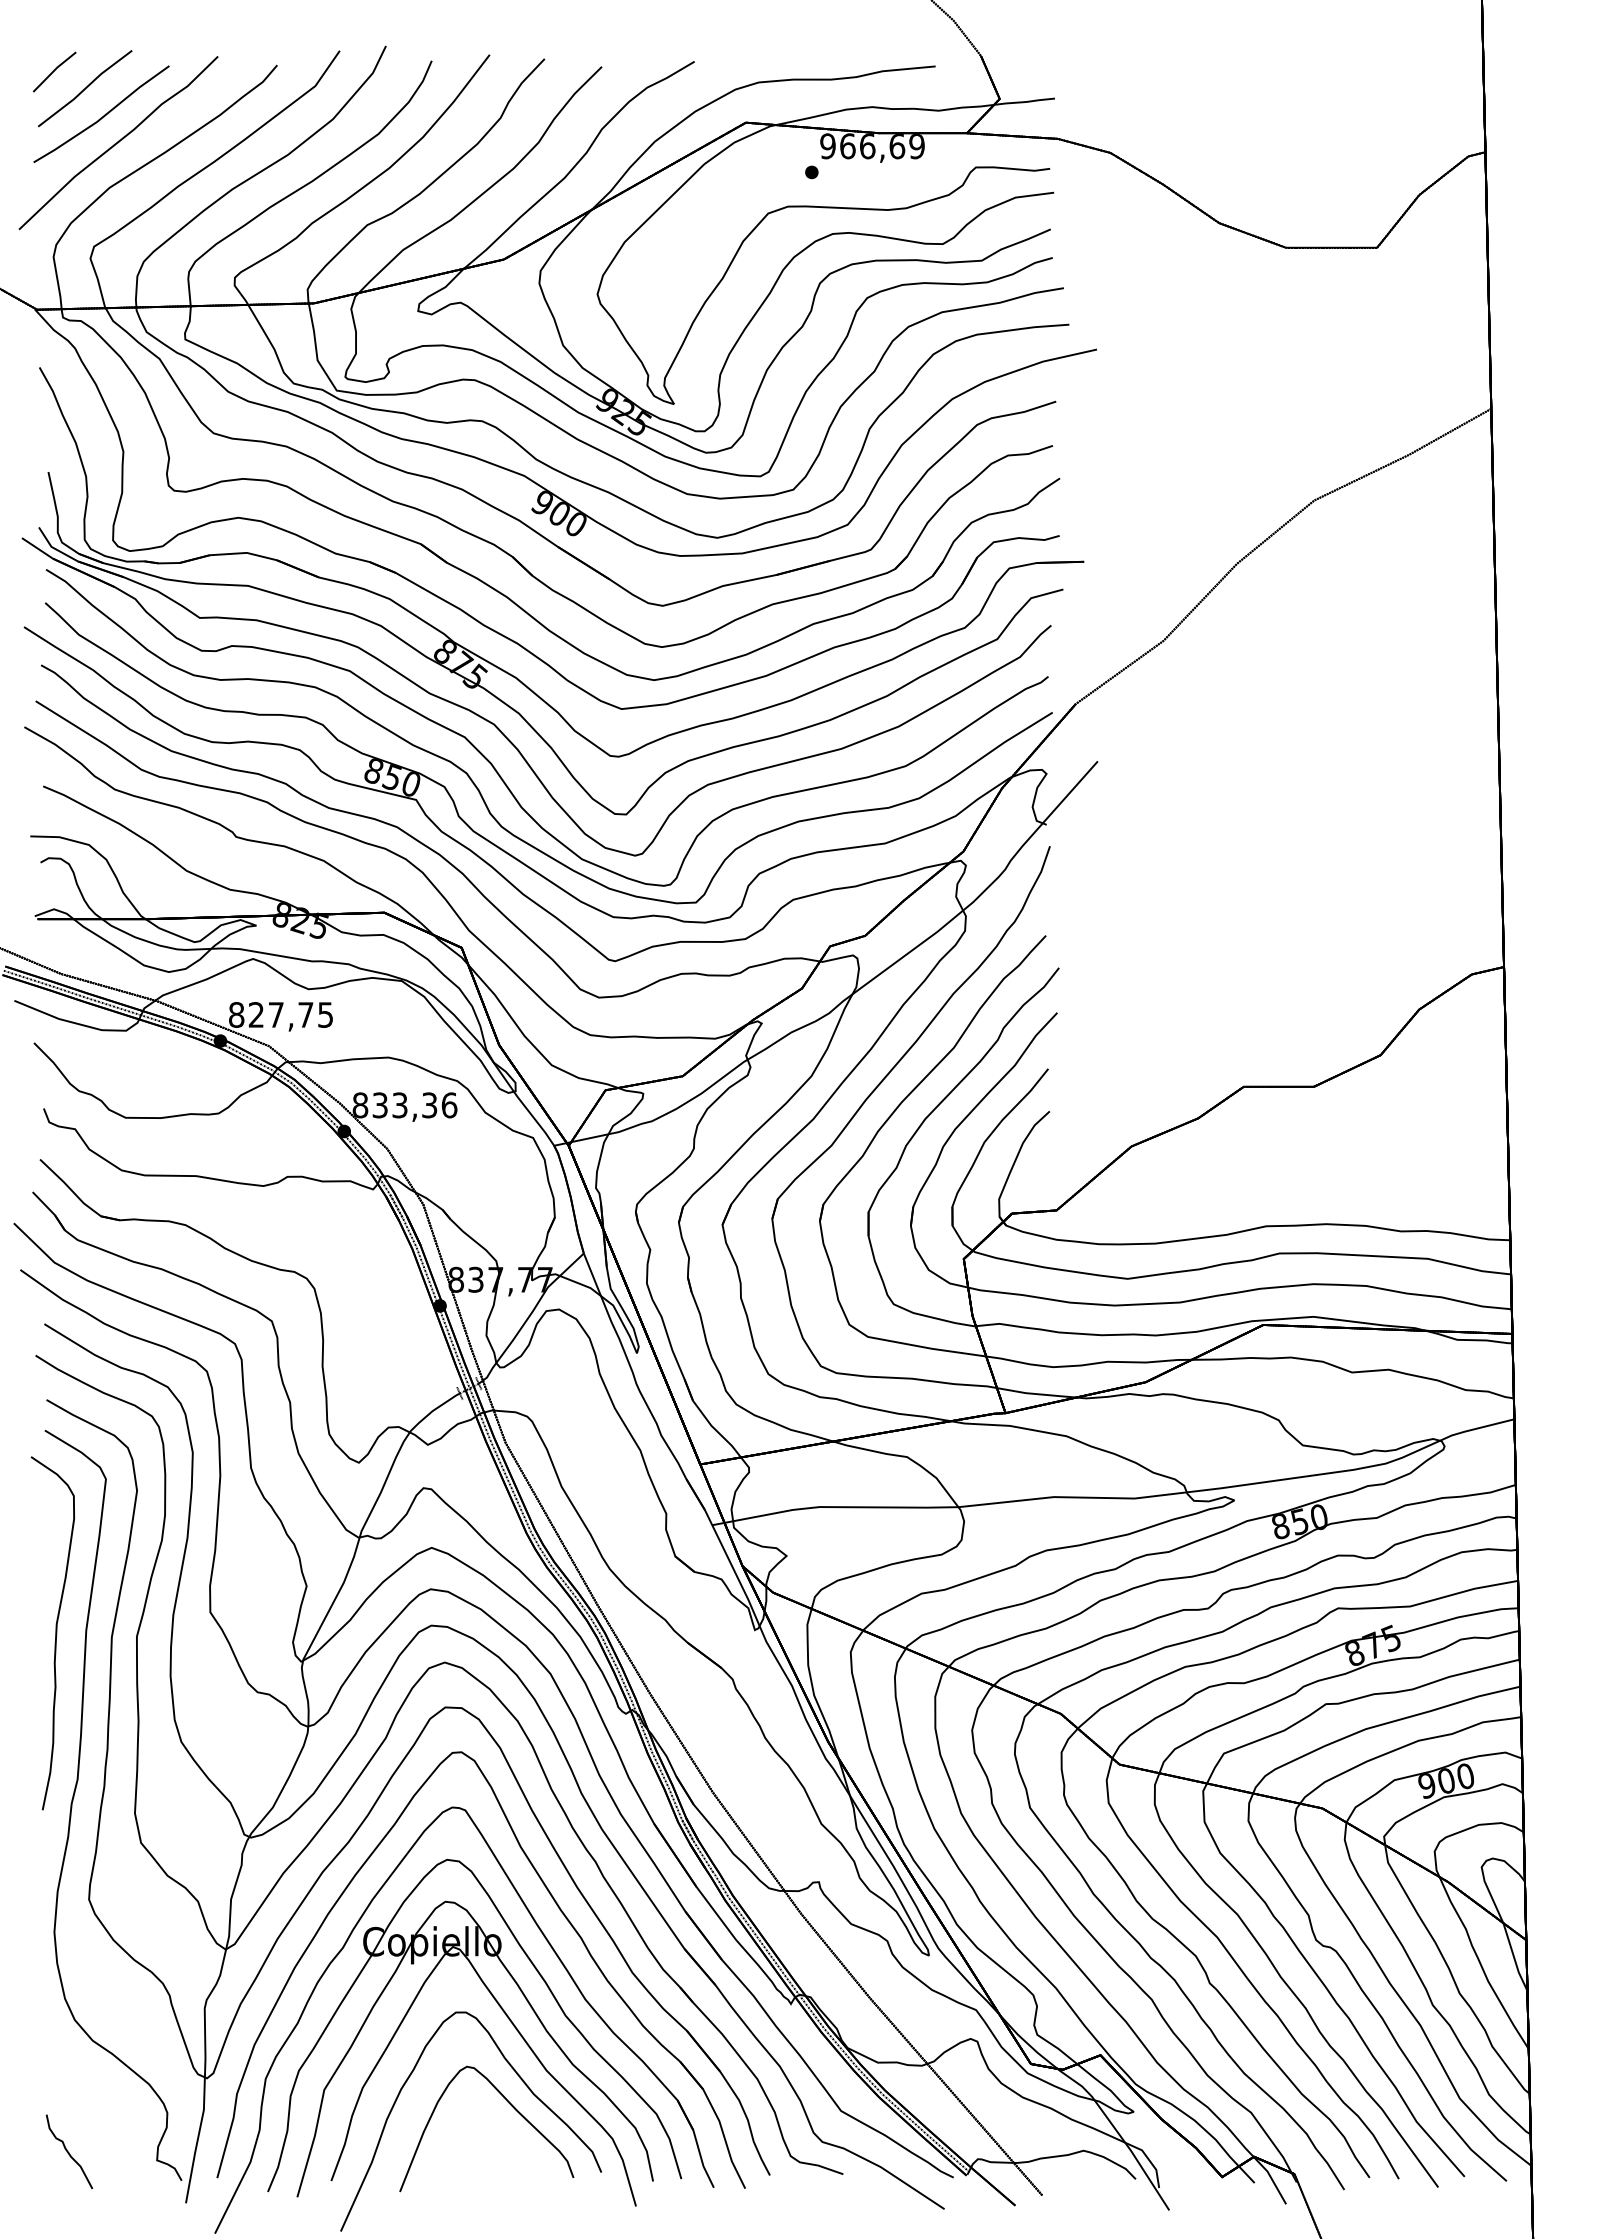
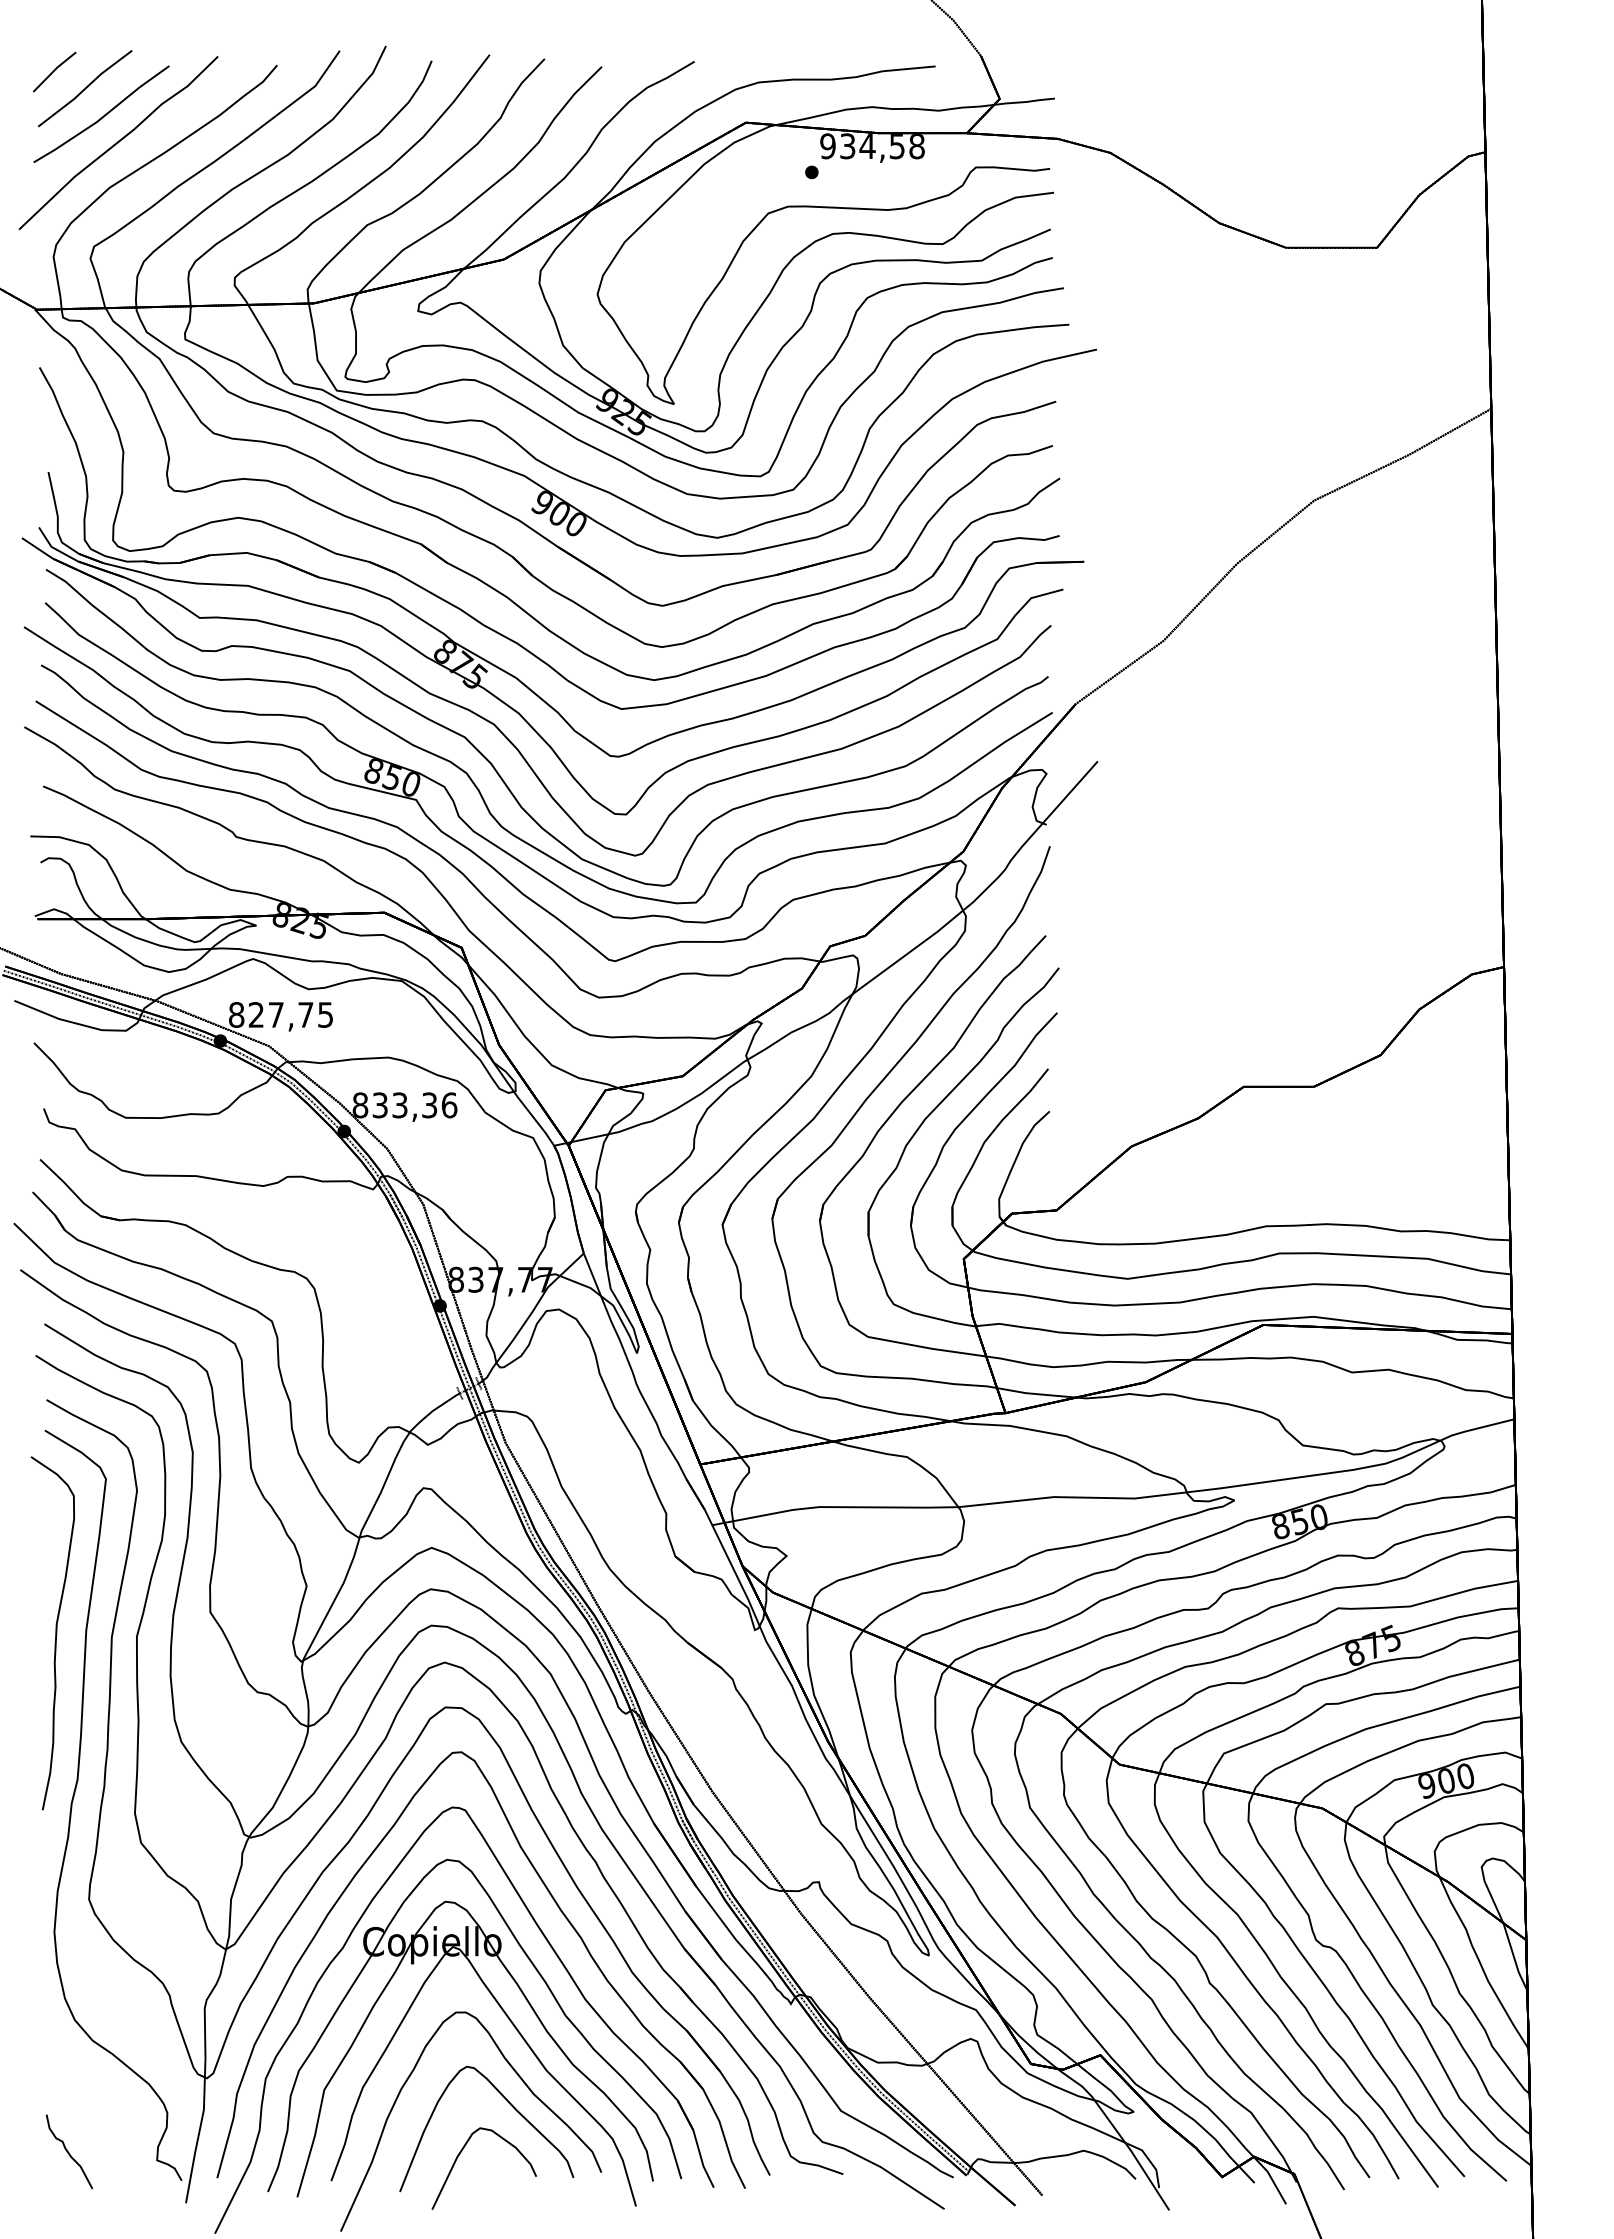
text at (882, 146): 966,69 -> 934,58
part at (460, 2154): none -> present
